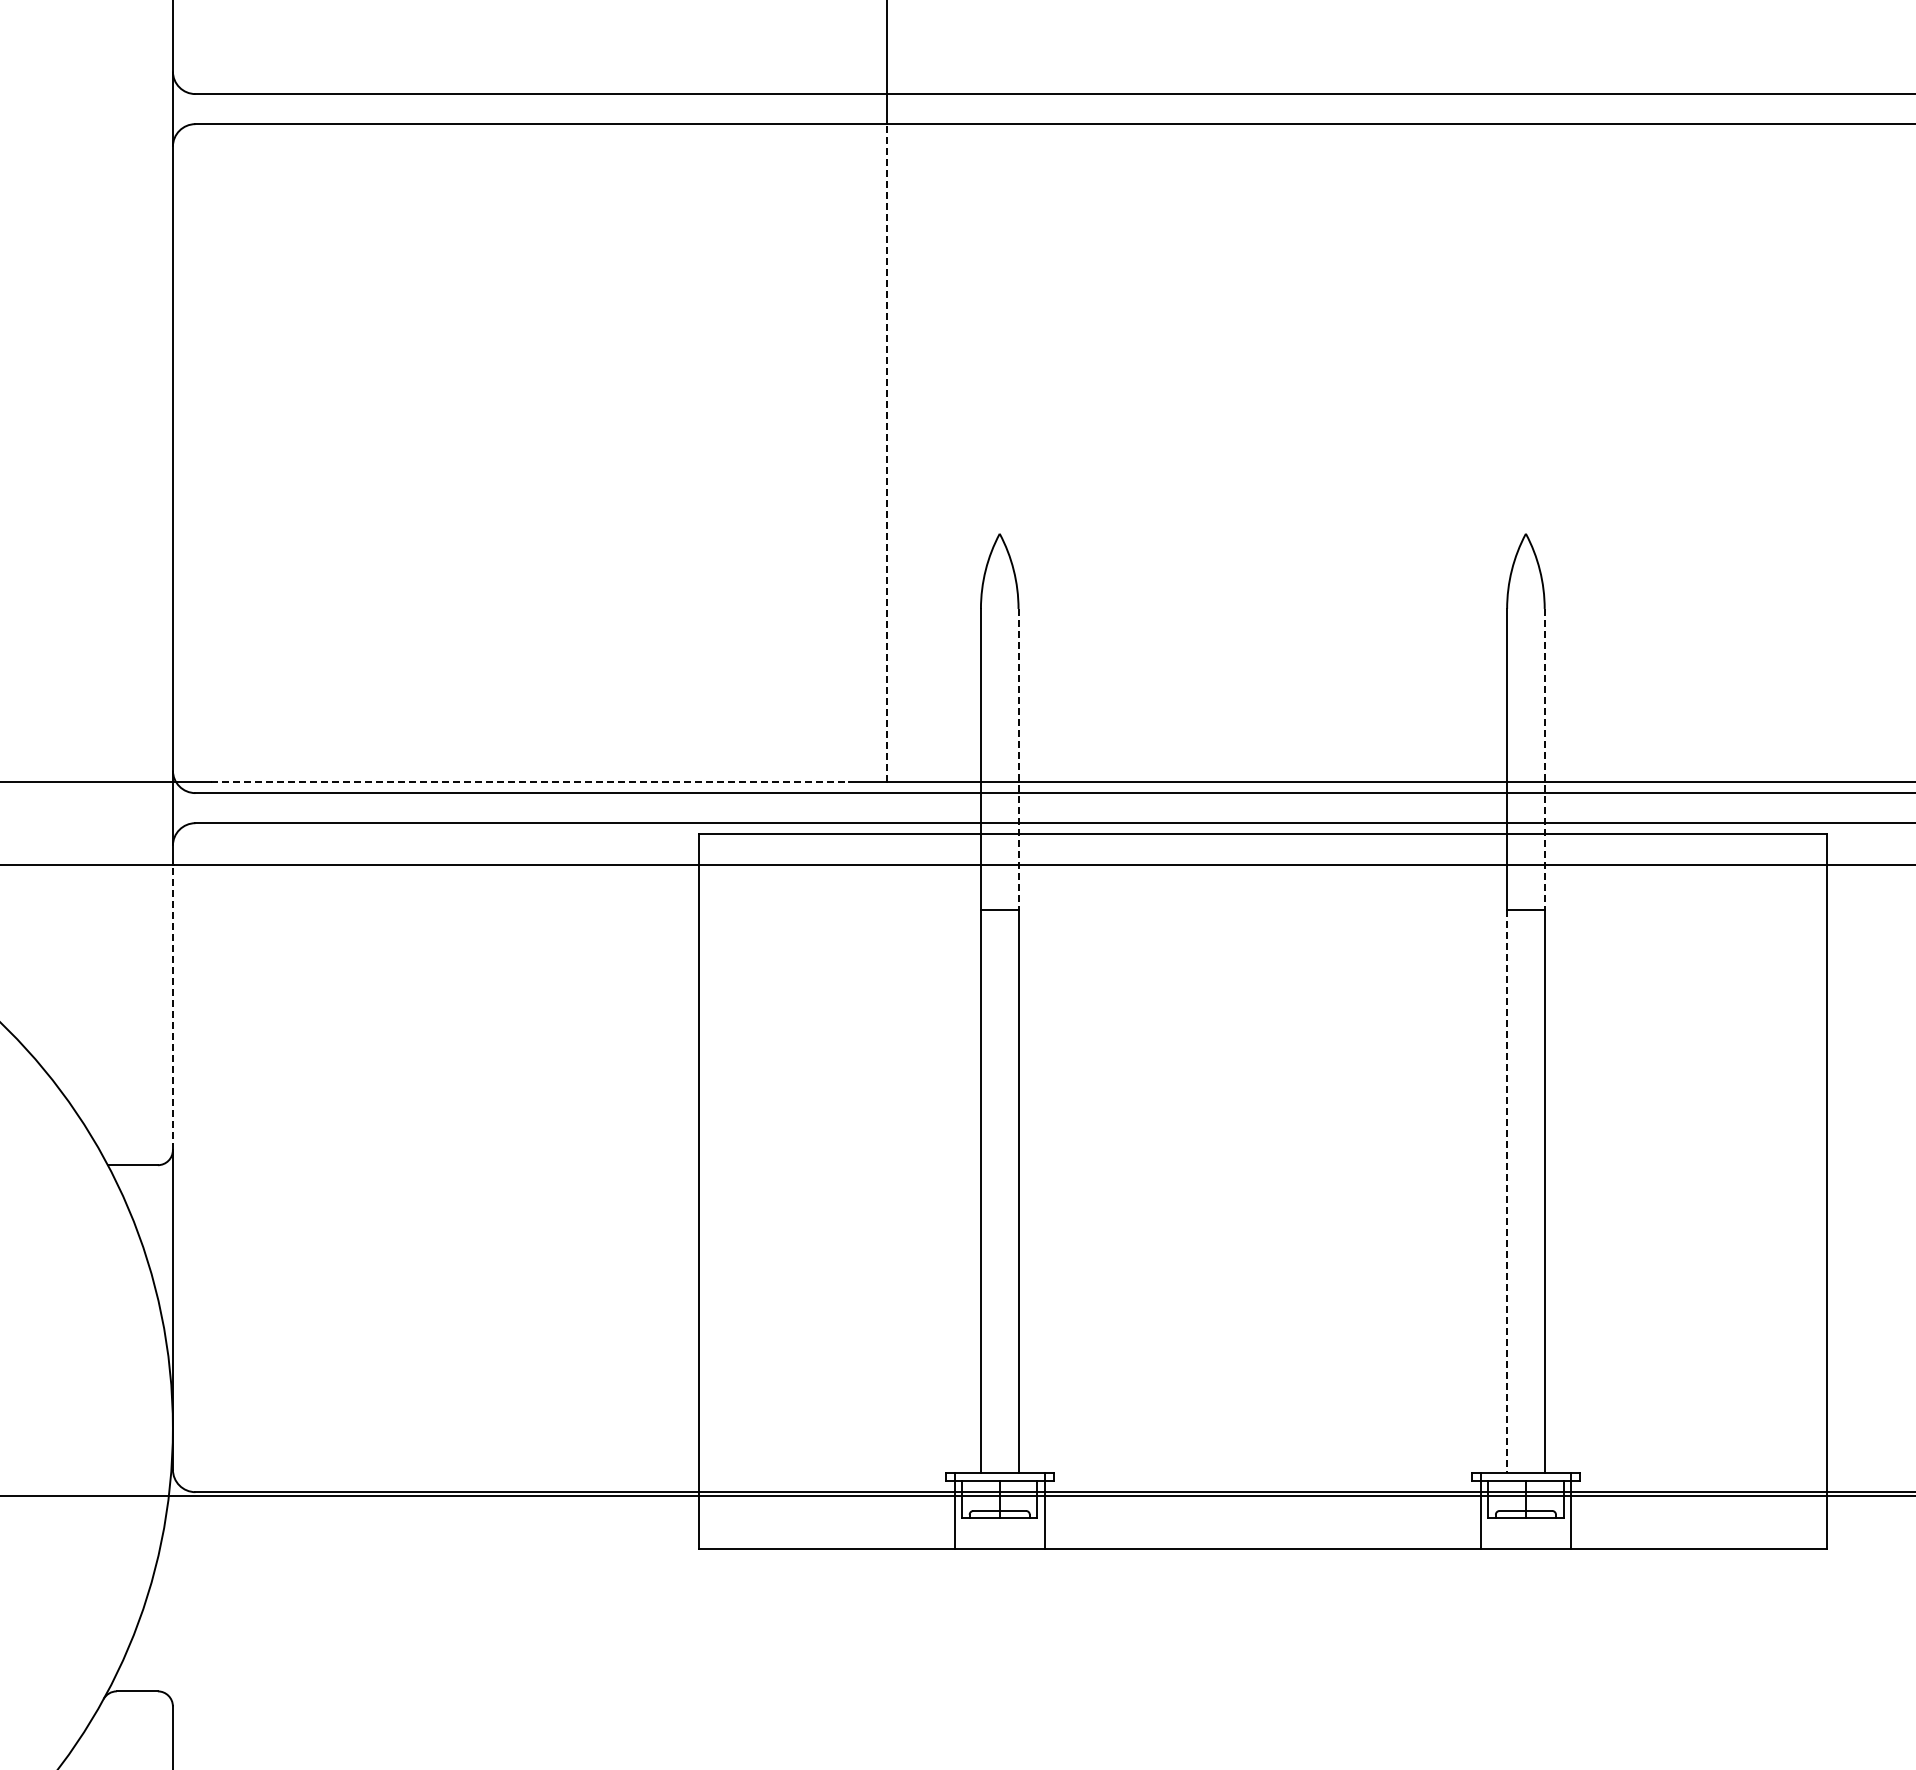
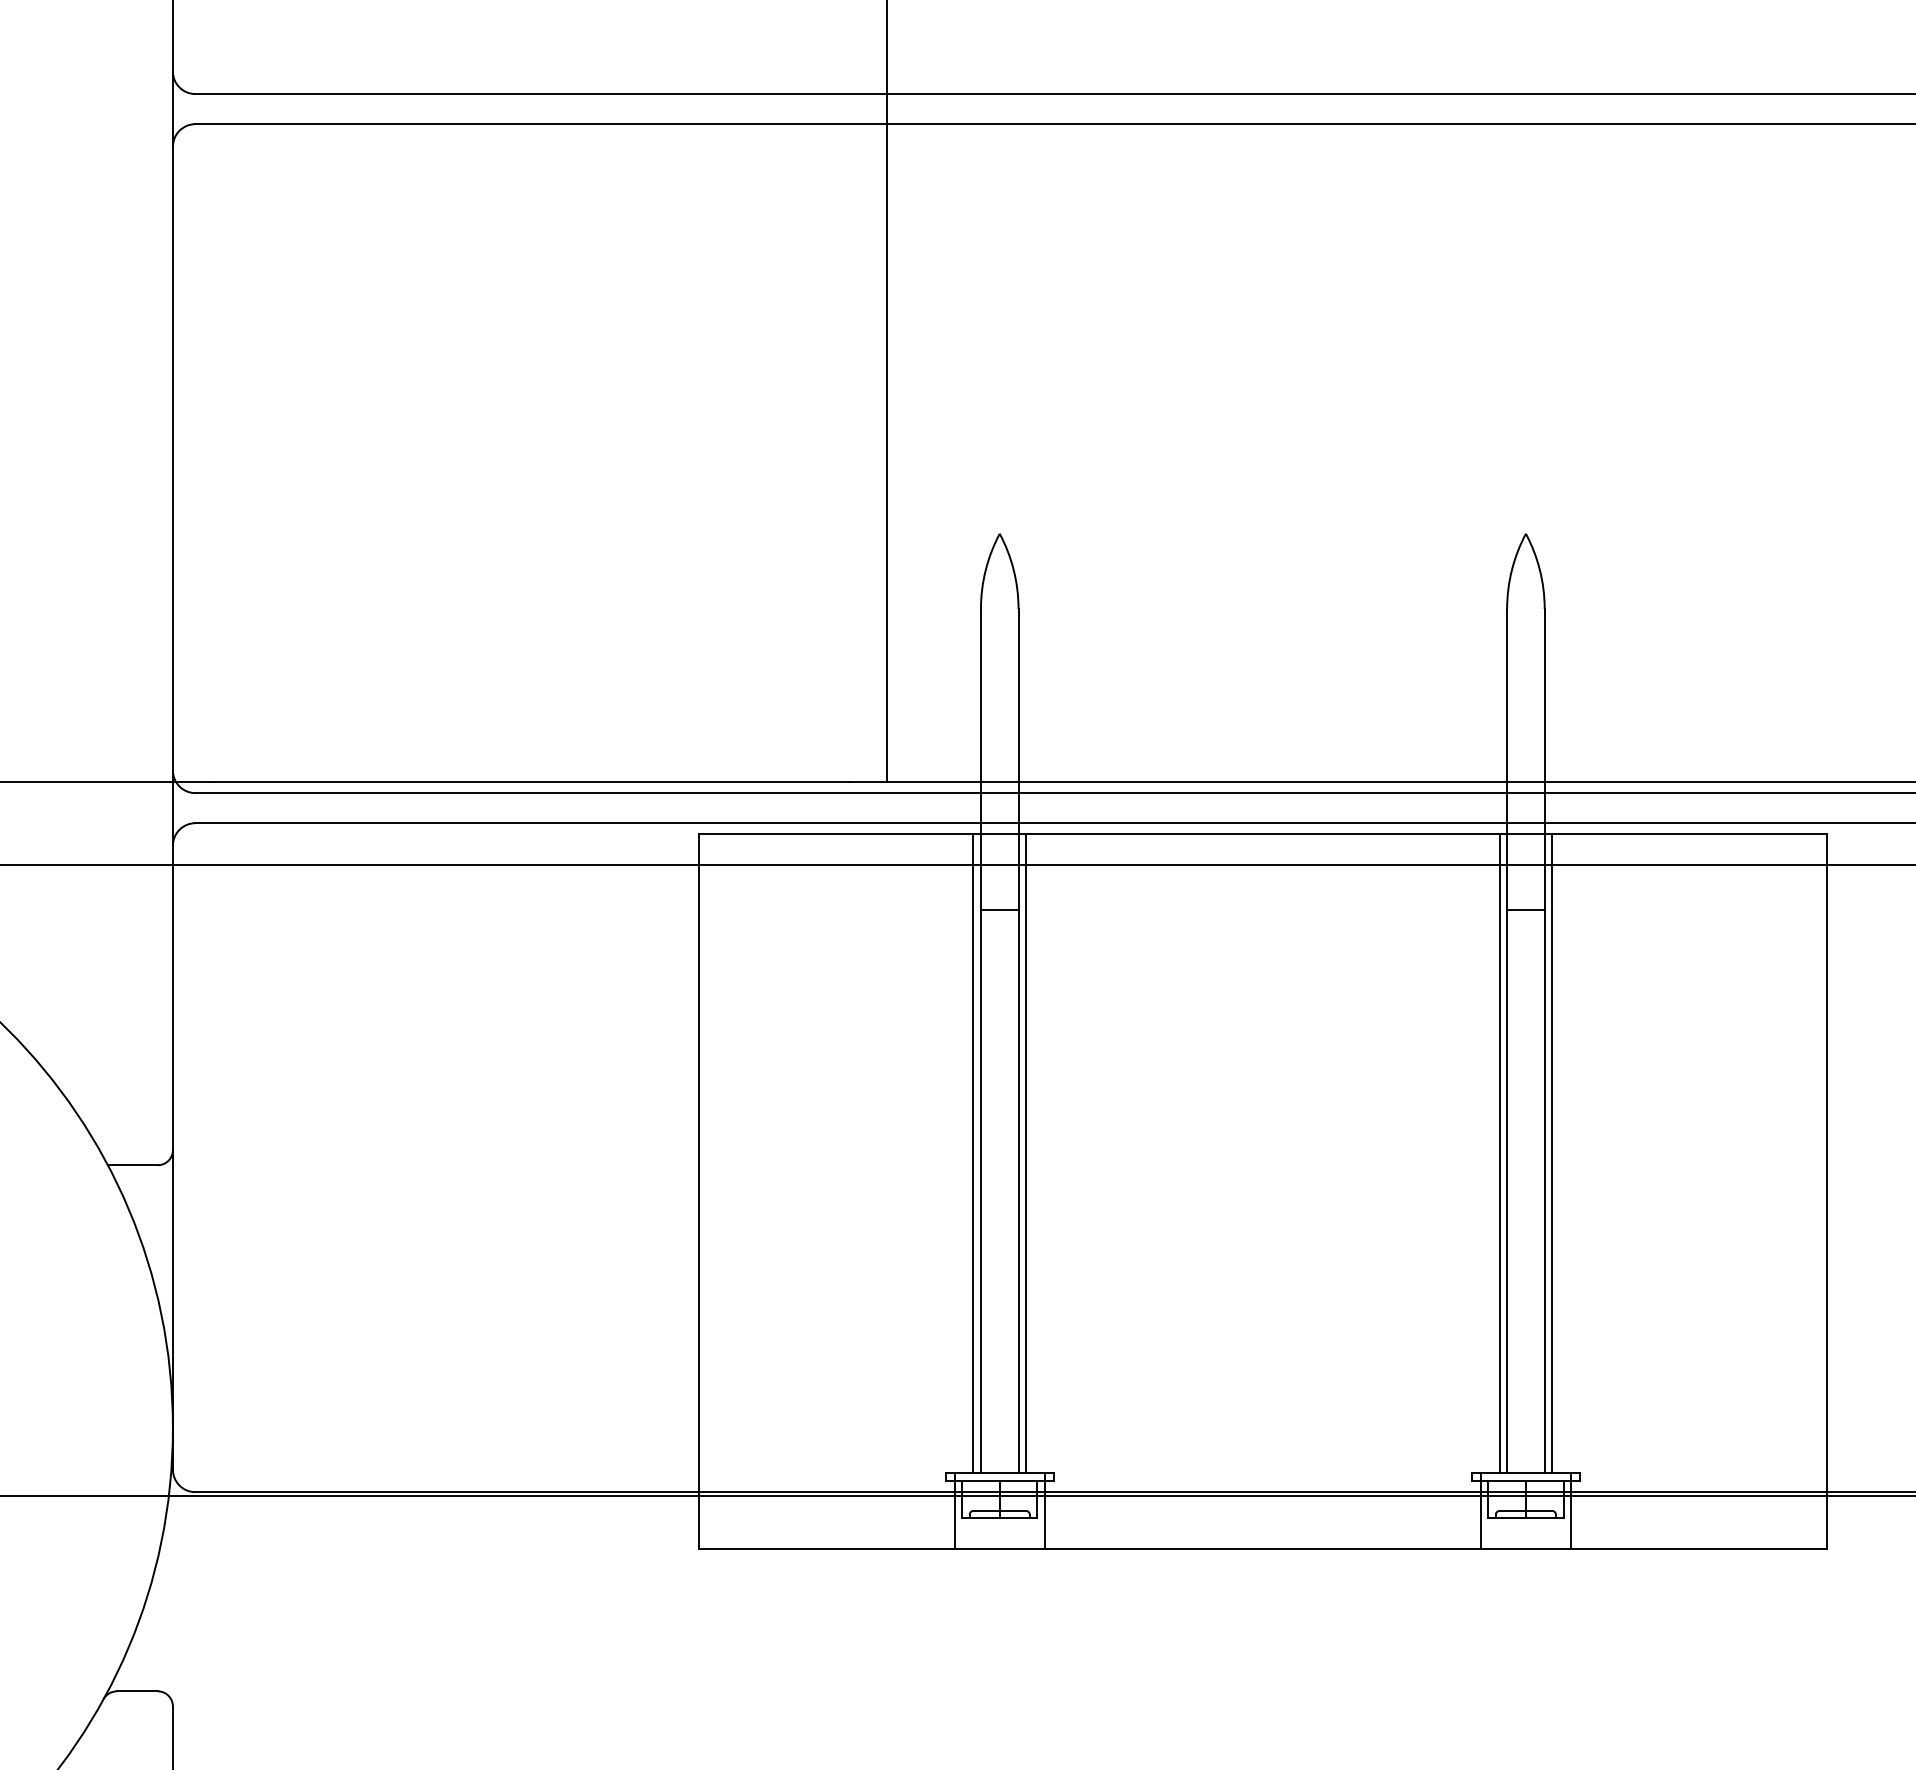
line at (887, 453): dashed -> solid
line at (1018, 759): dashed -> solid
line at (1544, 759): dashed -> solid
line at (530, 781): dashed -> solid
line at (172, 1007): dashed -> solid
line at (973, 1153): none -> present
line at (1026, 1153): none -> present
line at (1499, 1153): none -> present
line at (1552, 1153): none -> present
line at (1507, 1191): dashed -> solid
